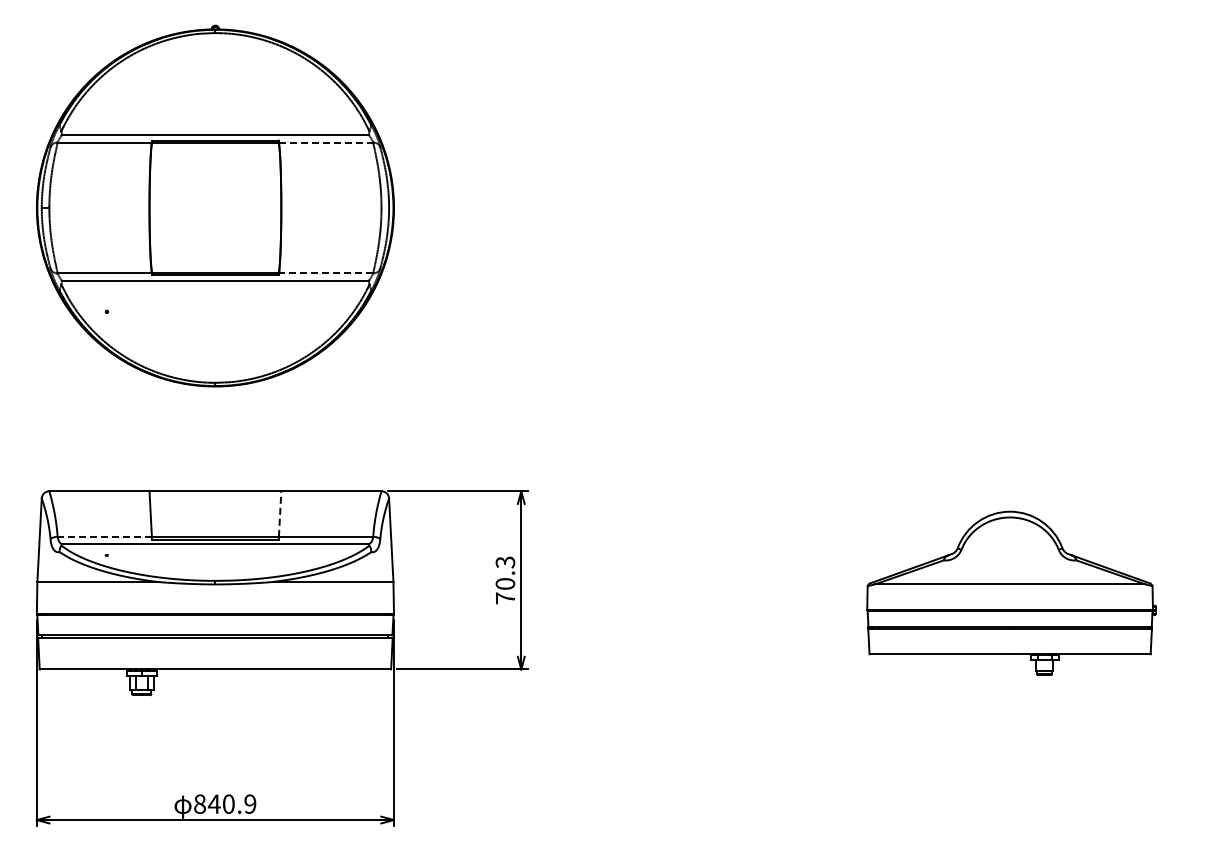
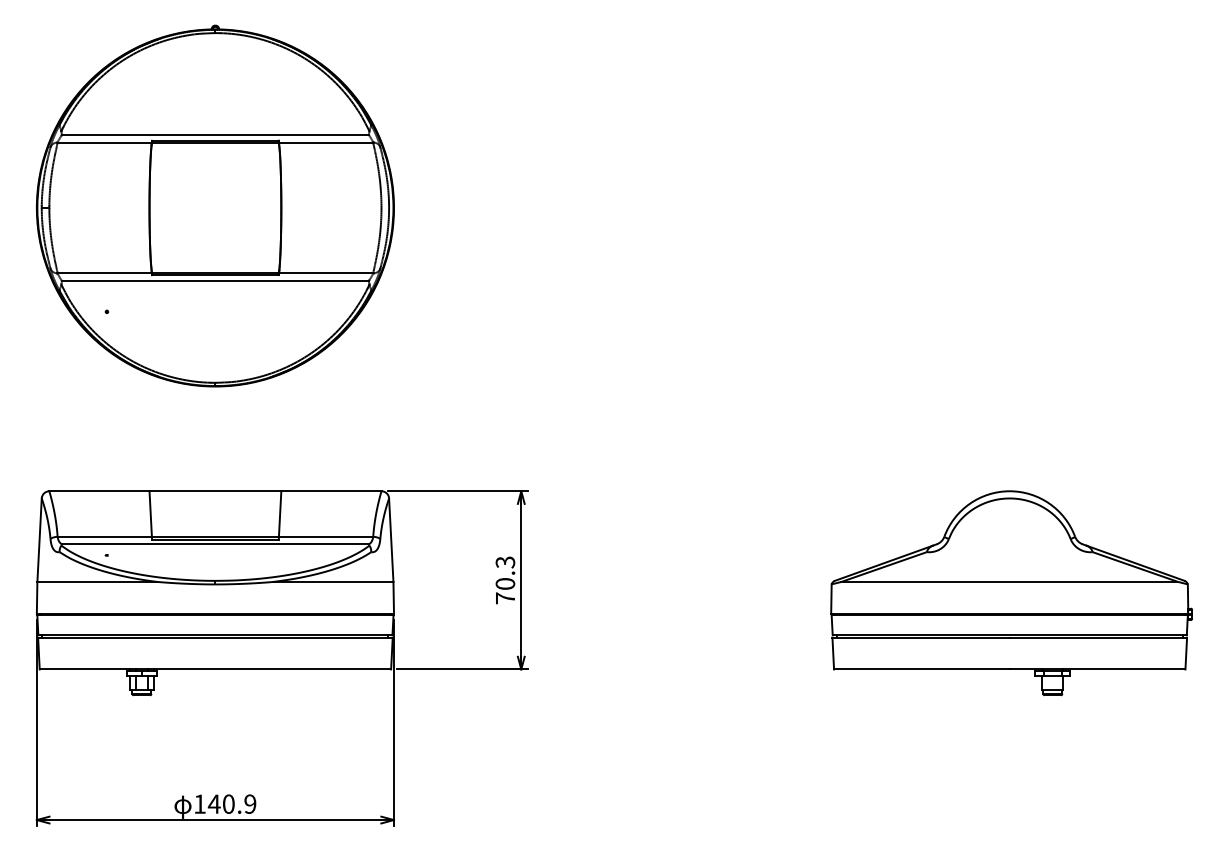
line at (326, 142): dashed -> solid
line at (325, 273): dashed -> solid
line at (280, 514): dashed -> solid
line at (104, 536): dashed -> solid
part at (1011, 592) size: 291x166 px -> 363x207 px
text at (199, 803): 840.9 -> 140.9
